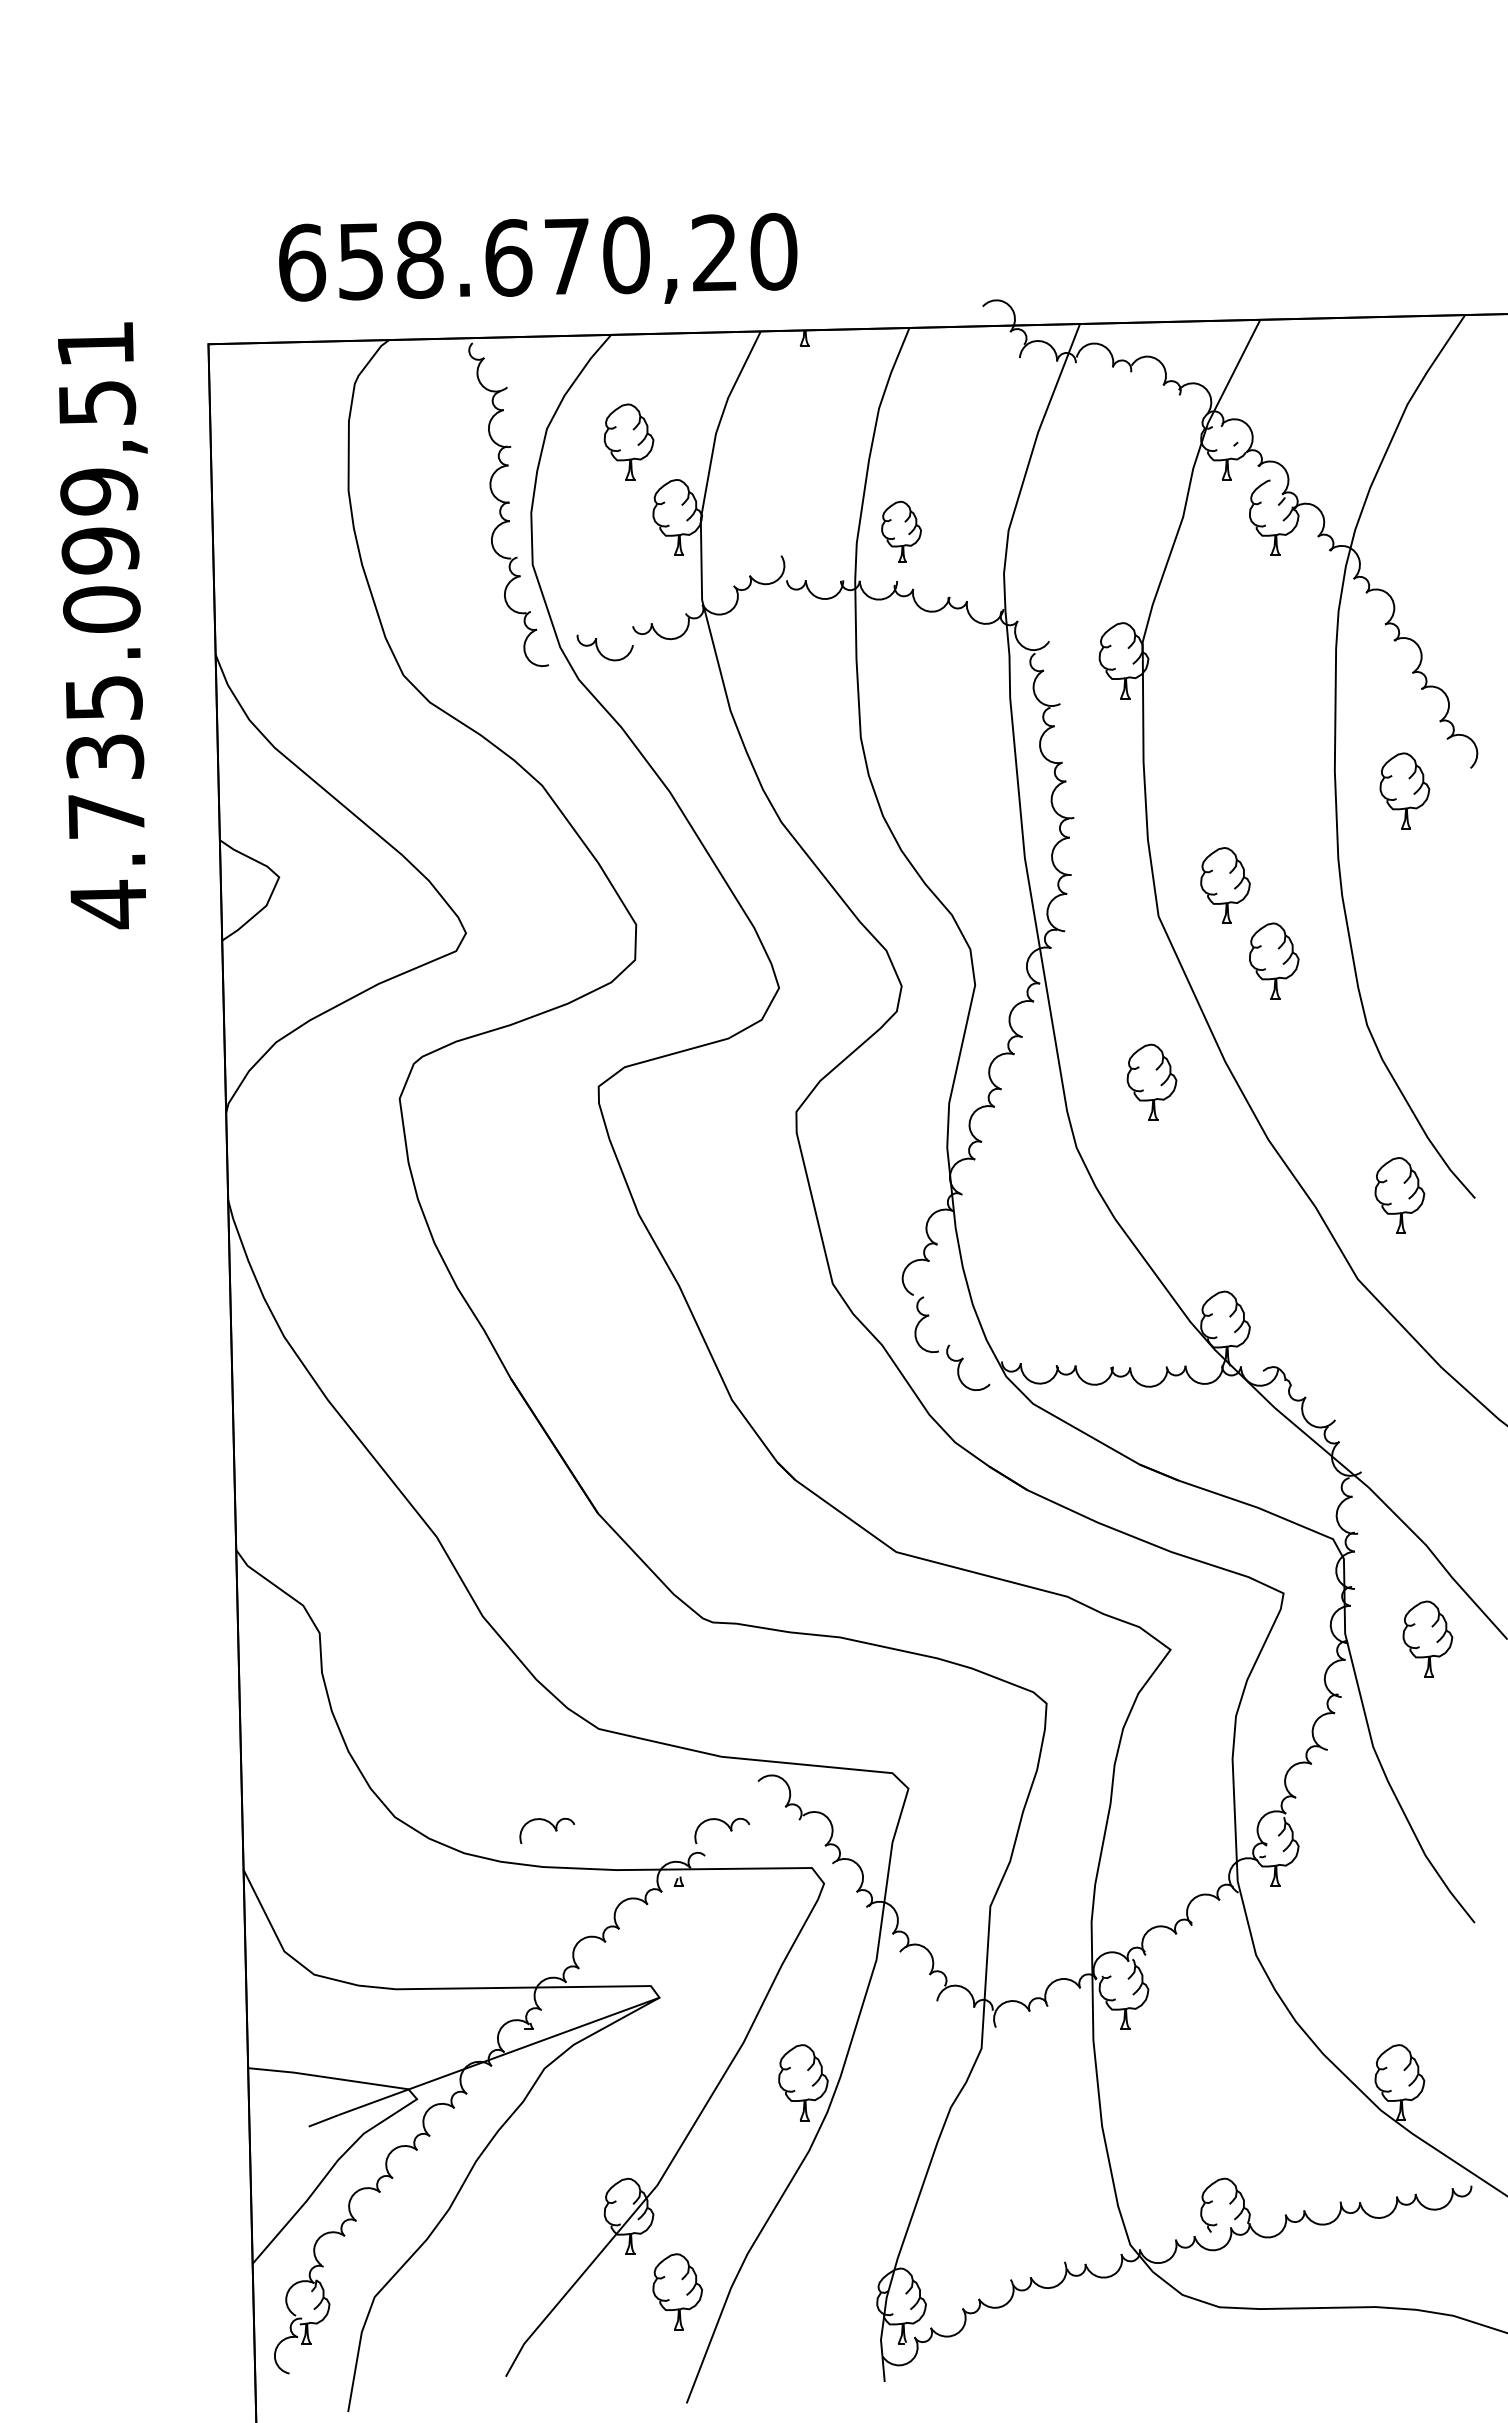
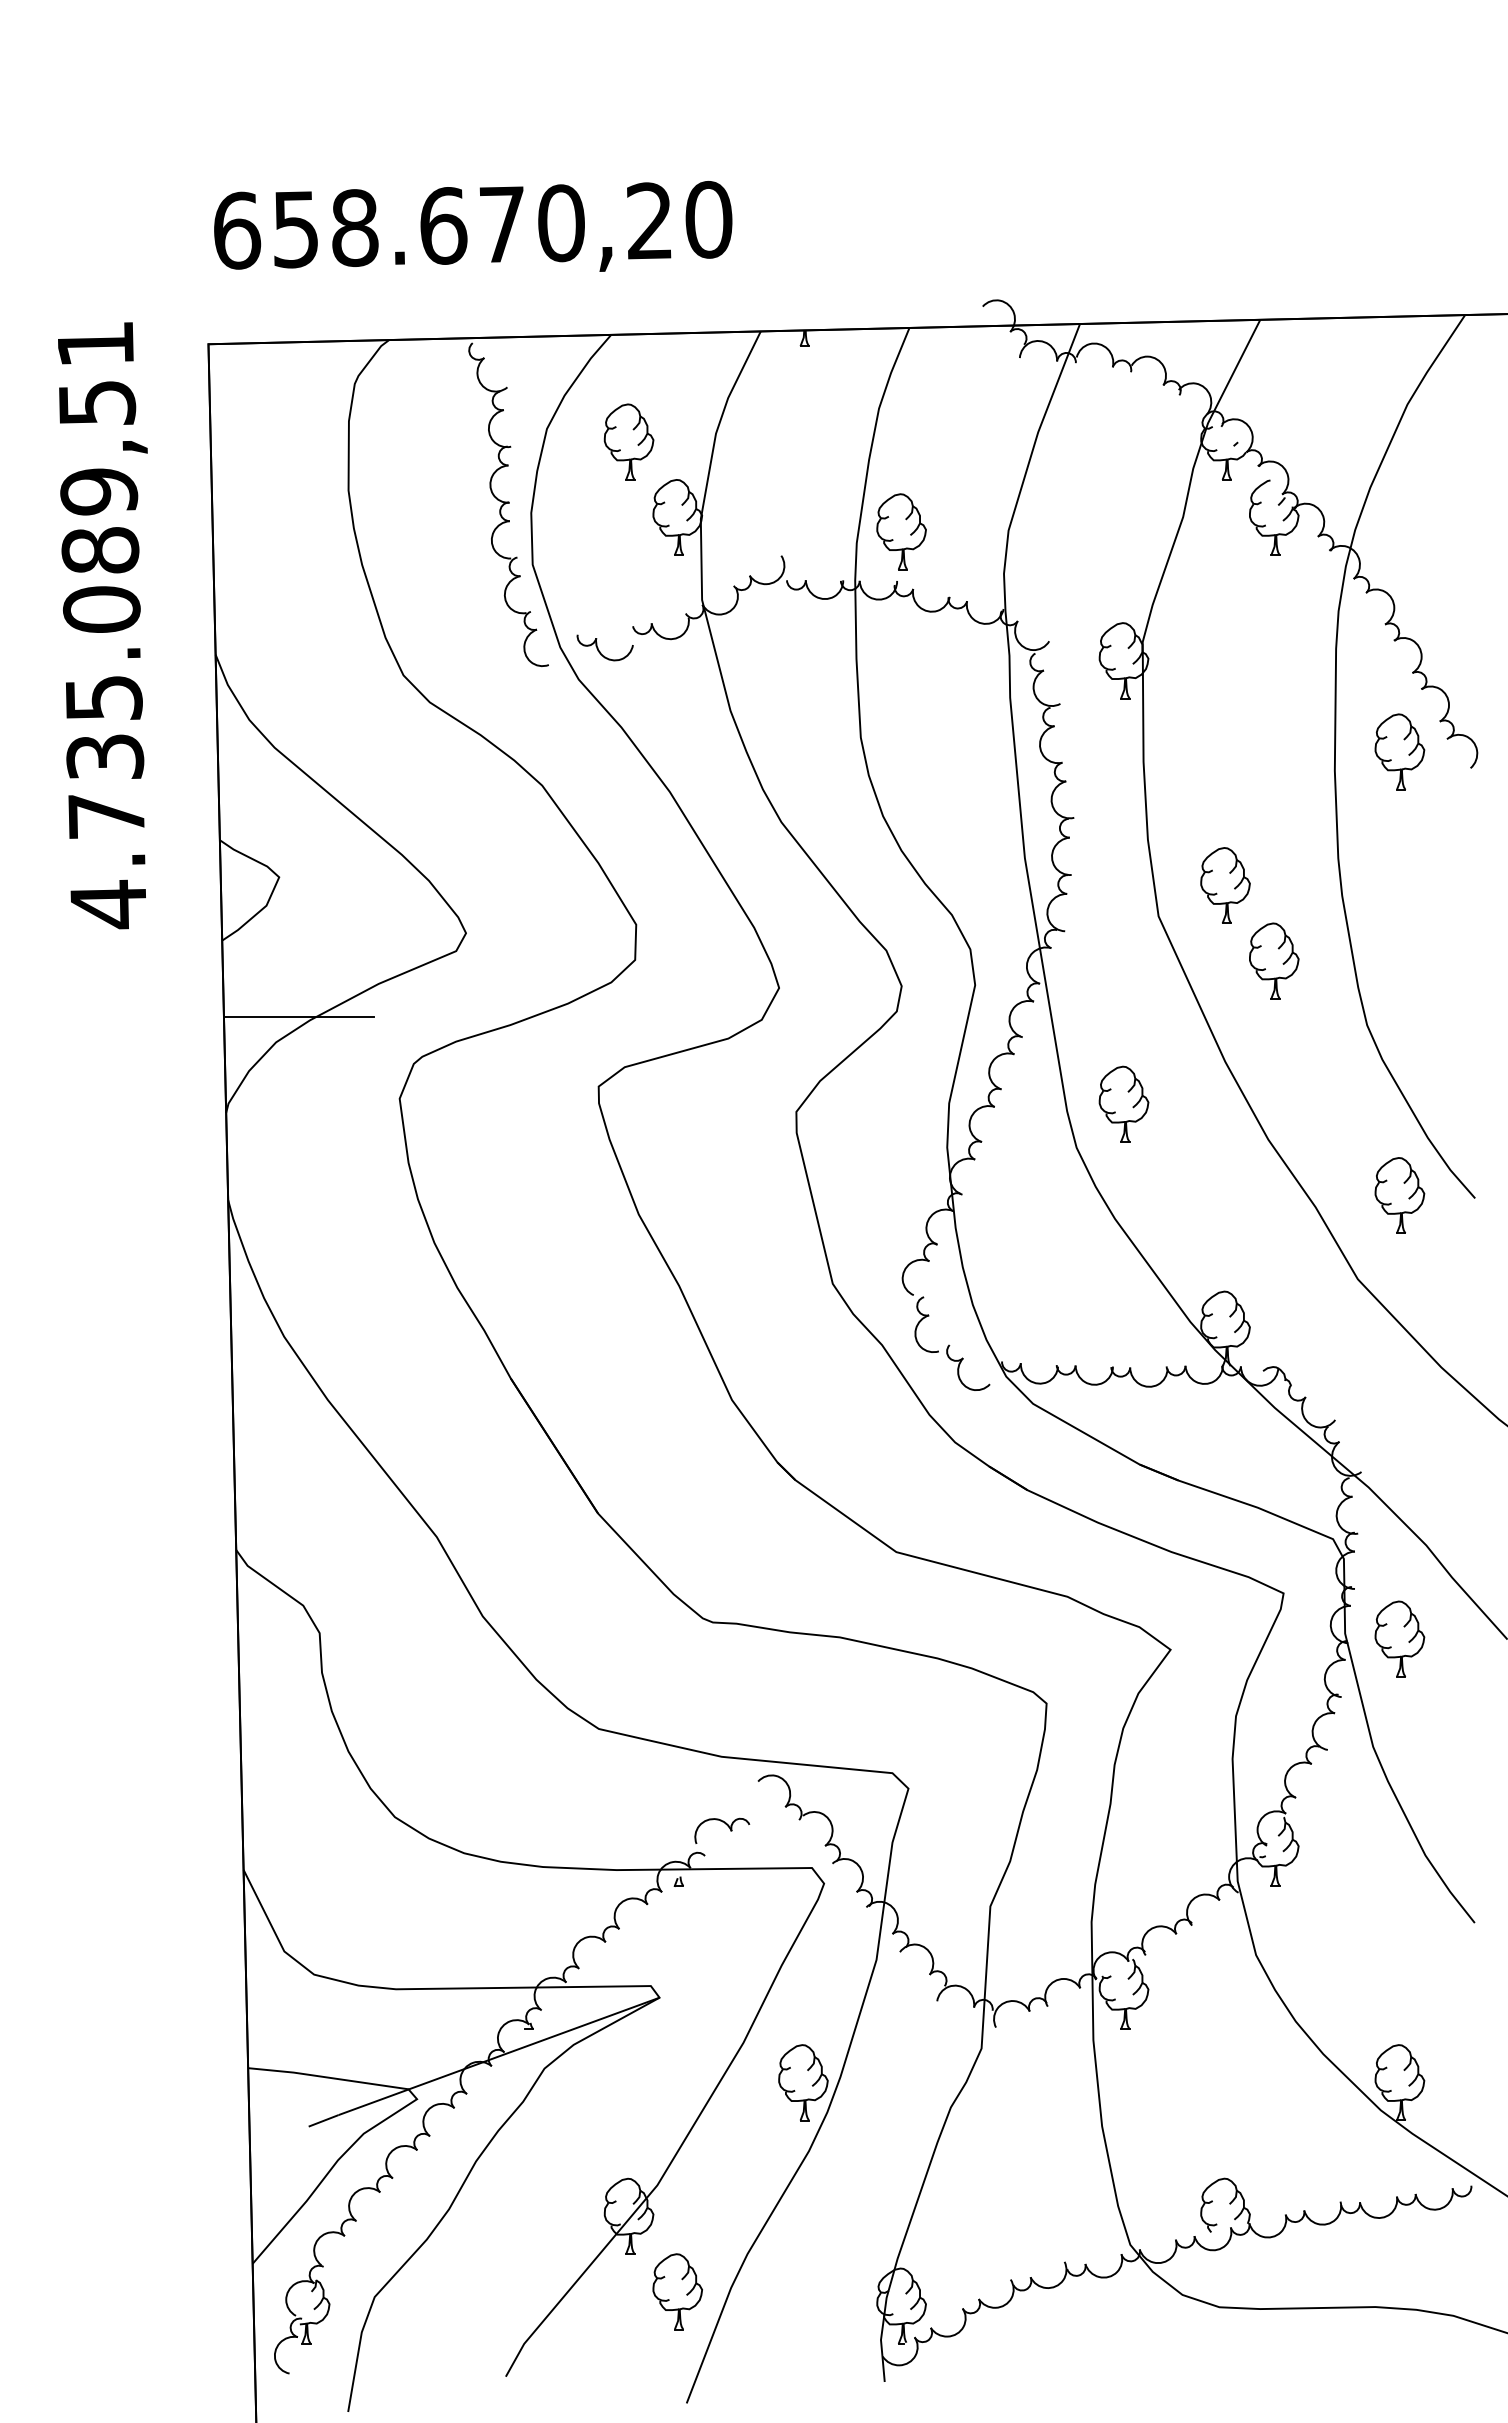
text at (538, 258) position: (538, 258) -> (473, 226)
part at (901, 531) size: 41x63 px -> 51x78 px
text at (100, 550): 4.735.099,51 -> 4.735.089,51
part at (1404, 790) position: (1404, 790) -> (1399, 751)
line at (298, 1017): none -> present
part at (1151, 1081) position: (1151, 1081) -> (1123, 1103)
part at (1427, 1638) position: (1427, 1638) -> (1399, 1638)
part at (551, 1825): present -> none
